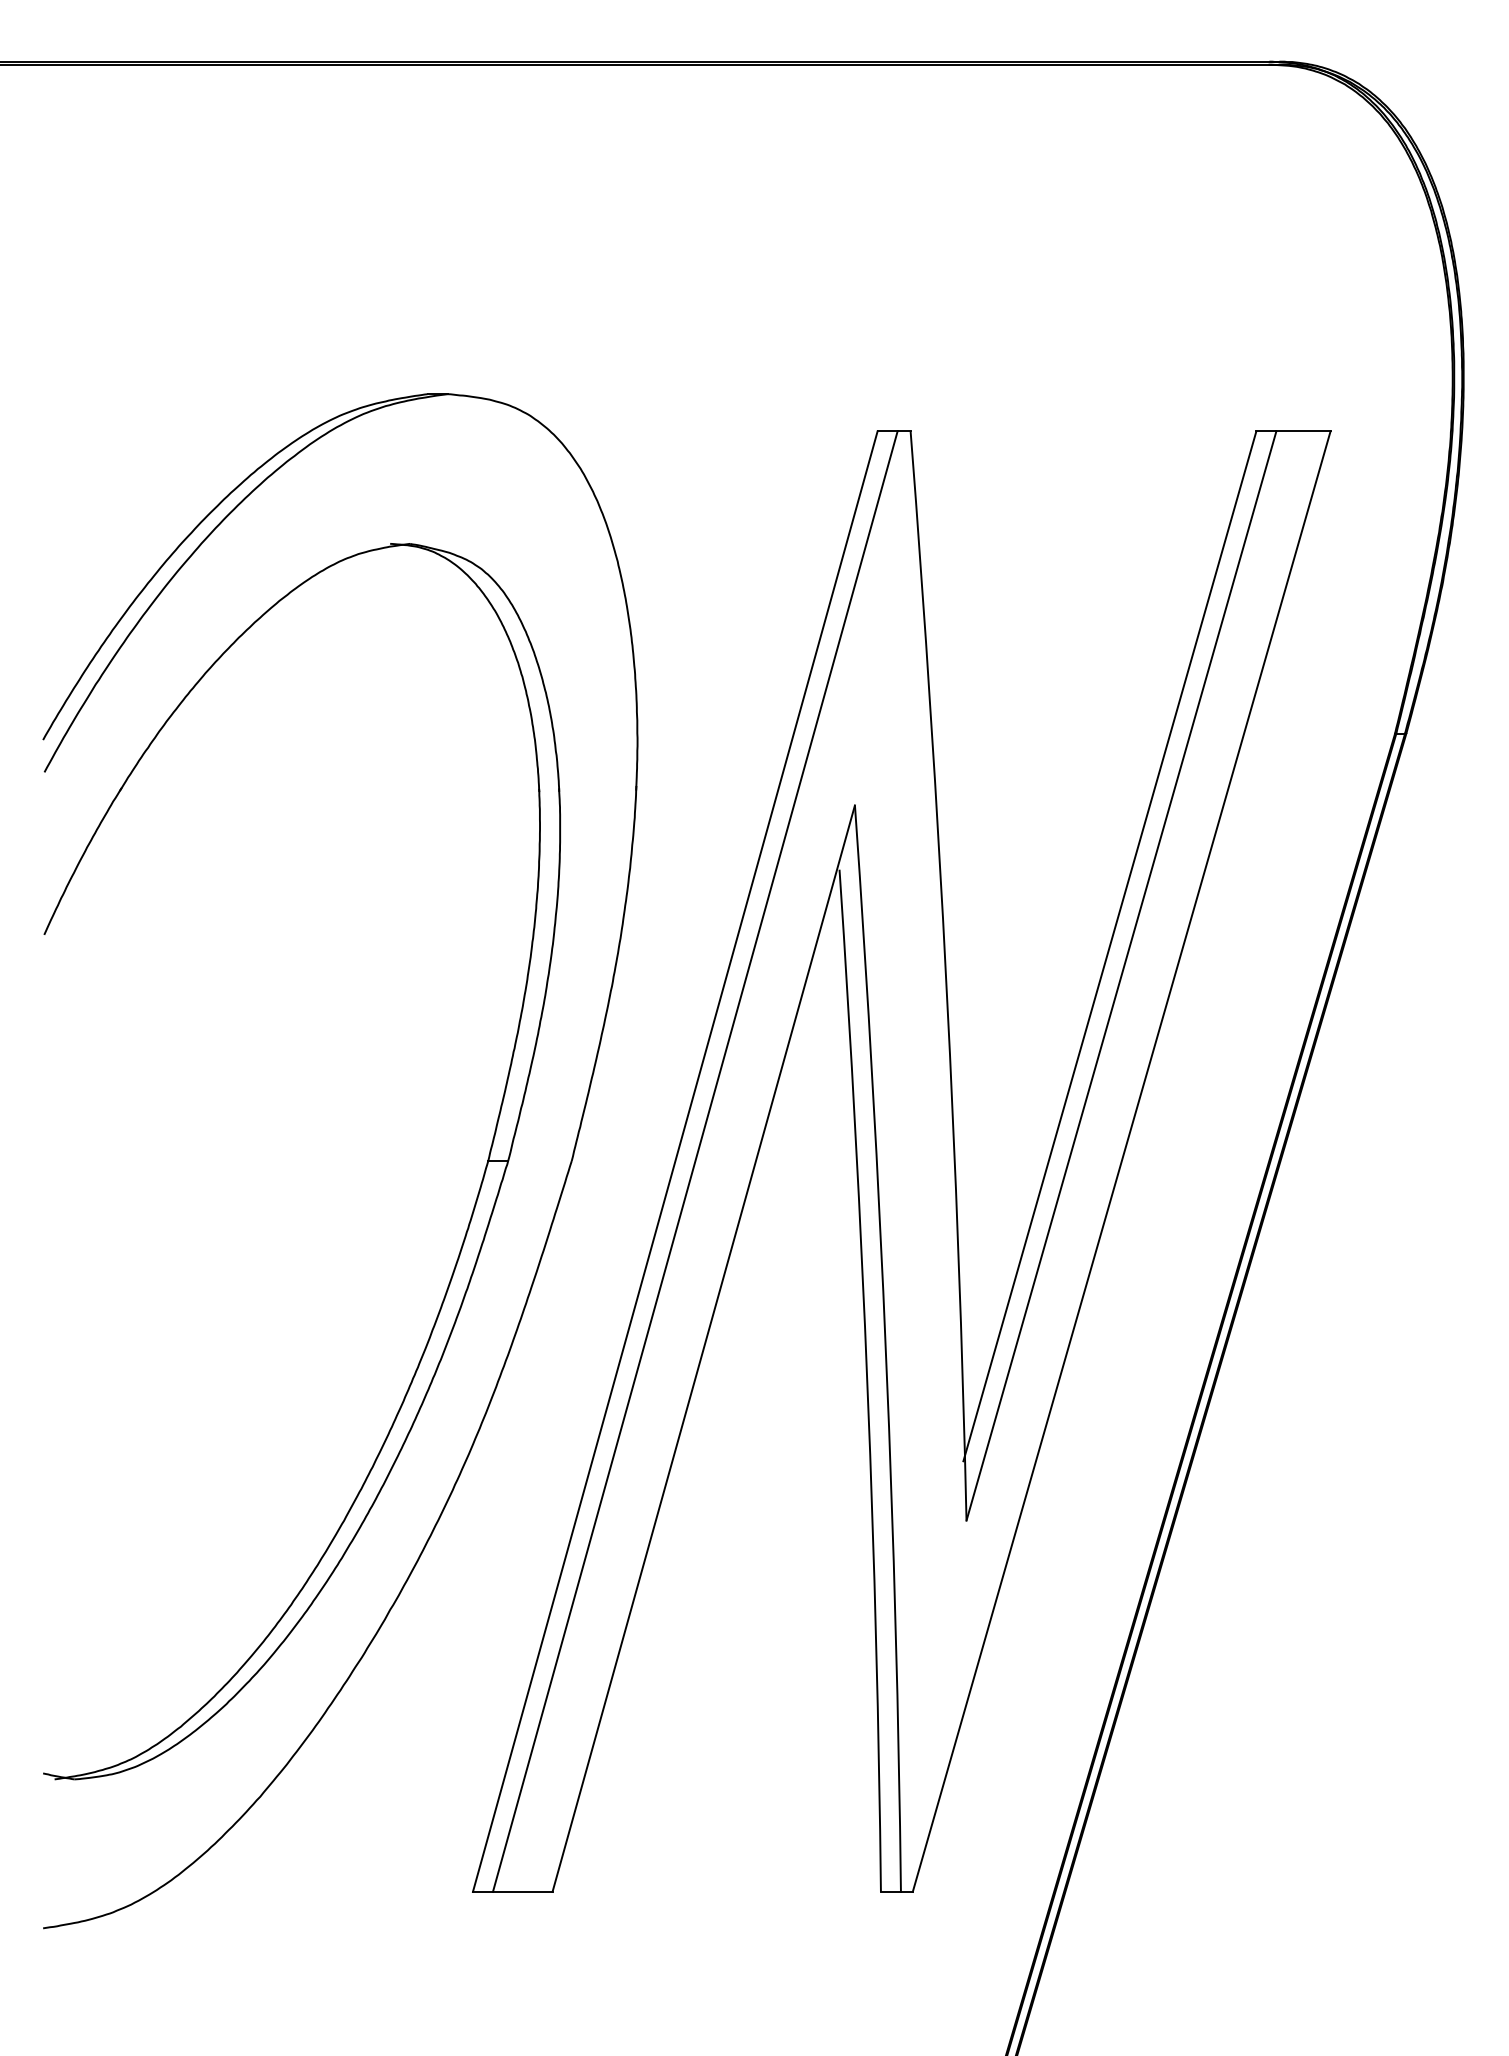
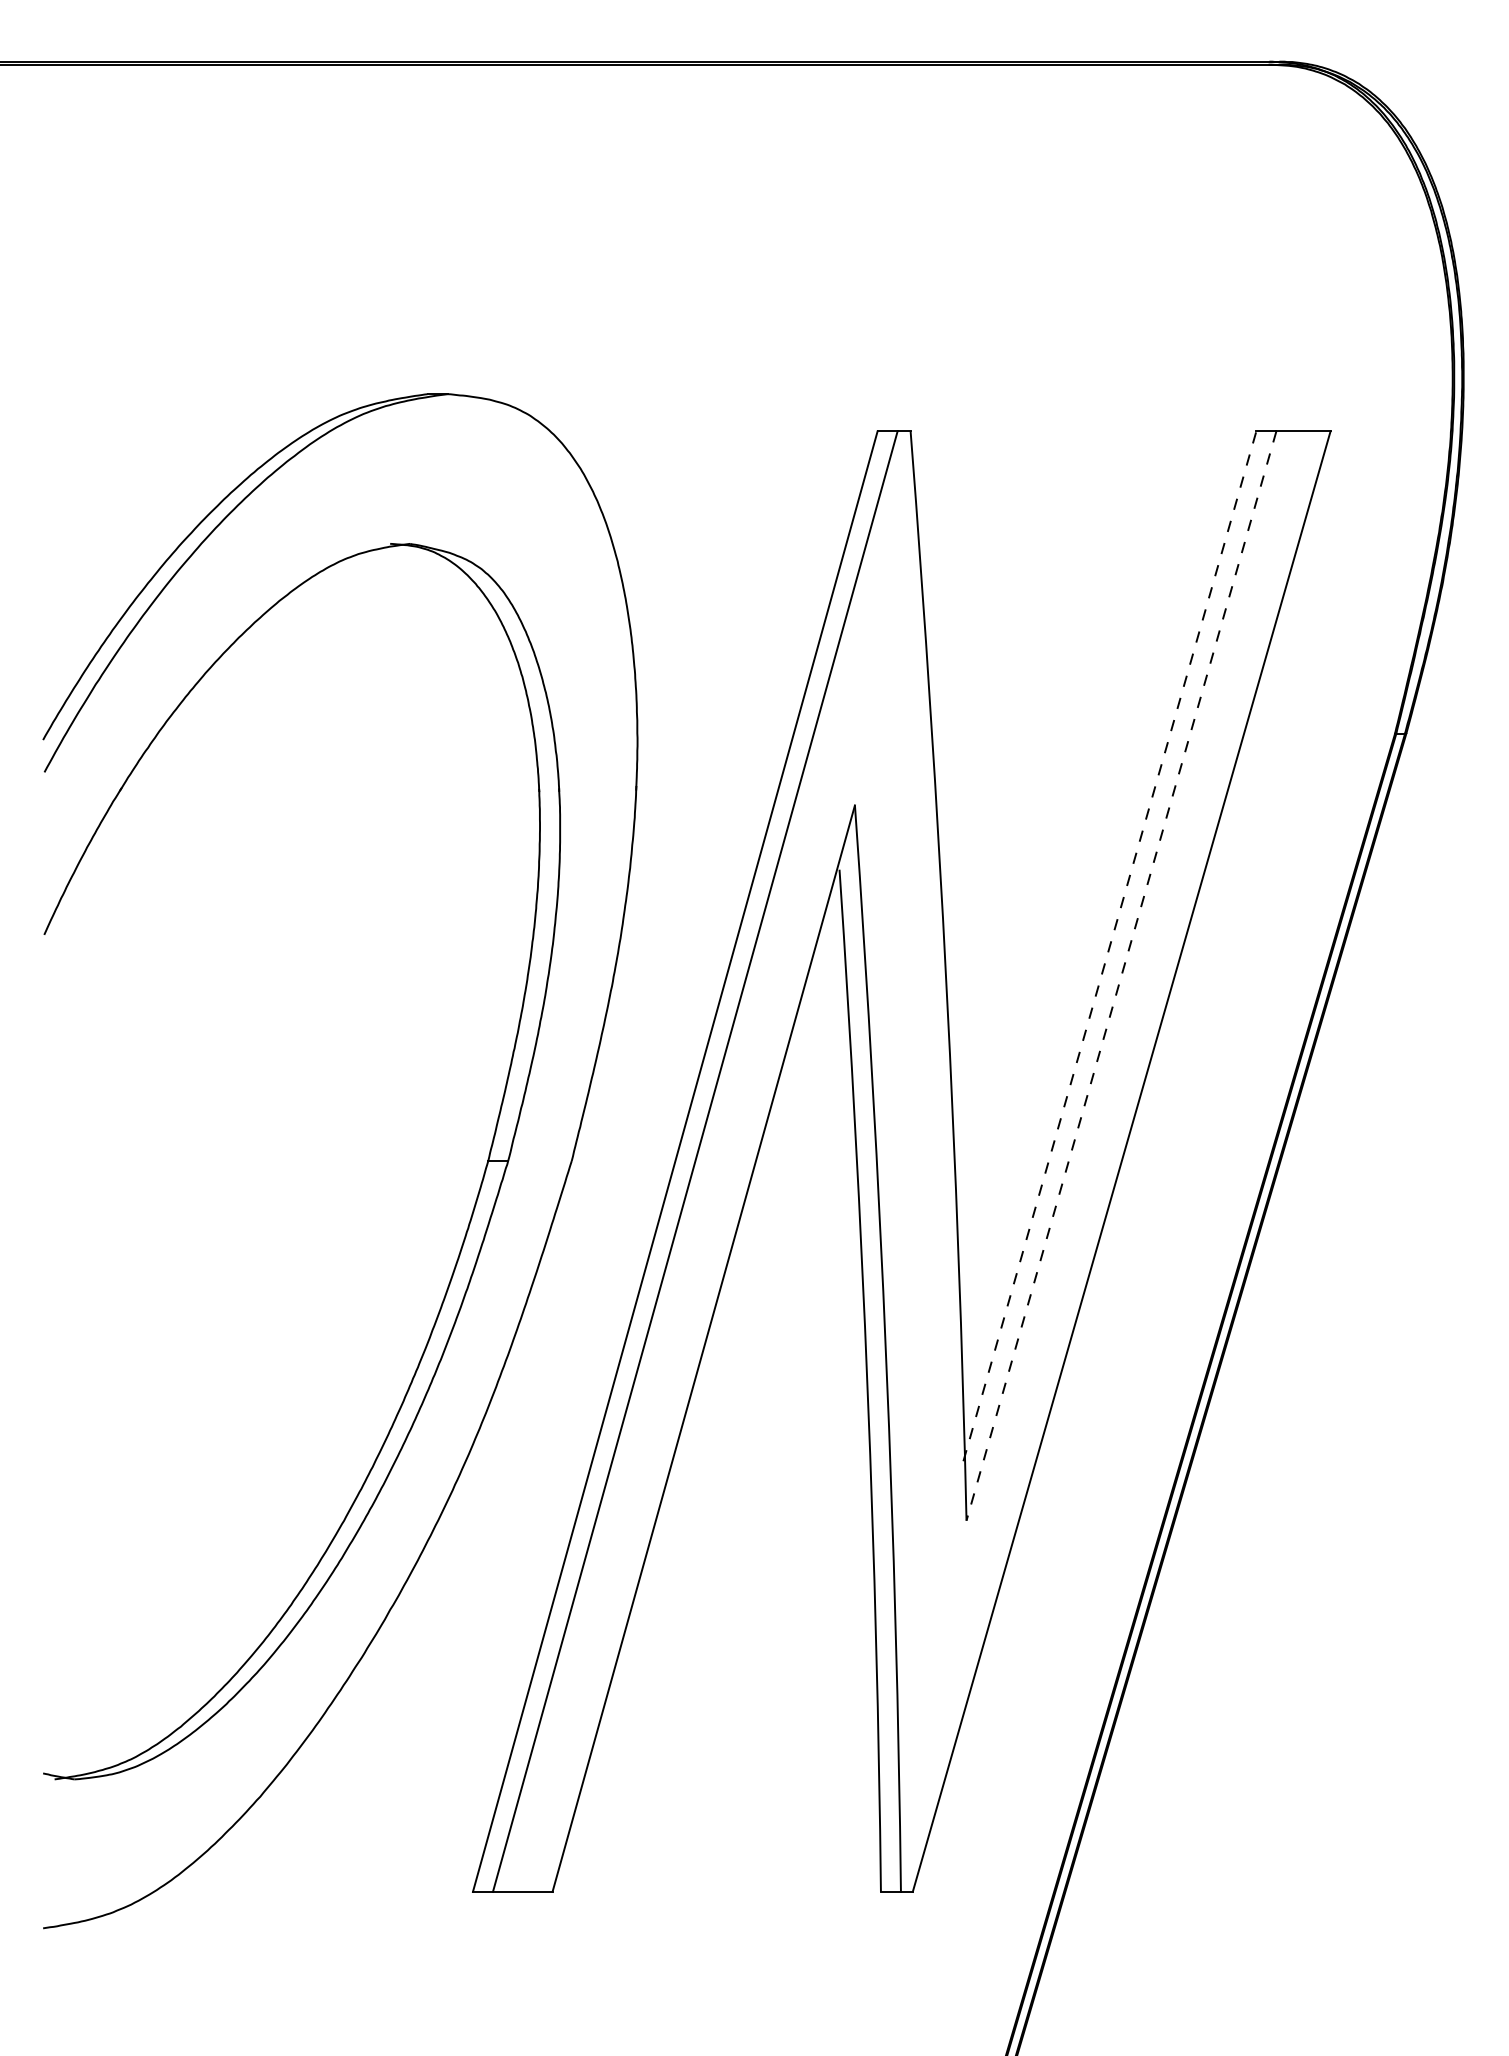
line at (1110, 945): solid -> dashed
line at (1121, 976): solid -> dashed
